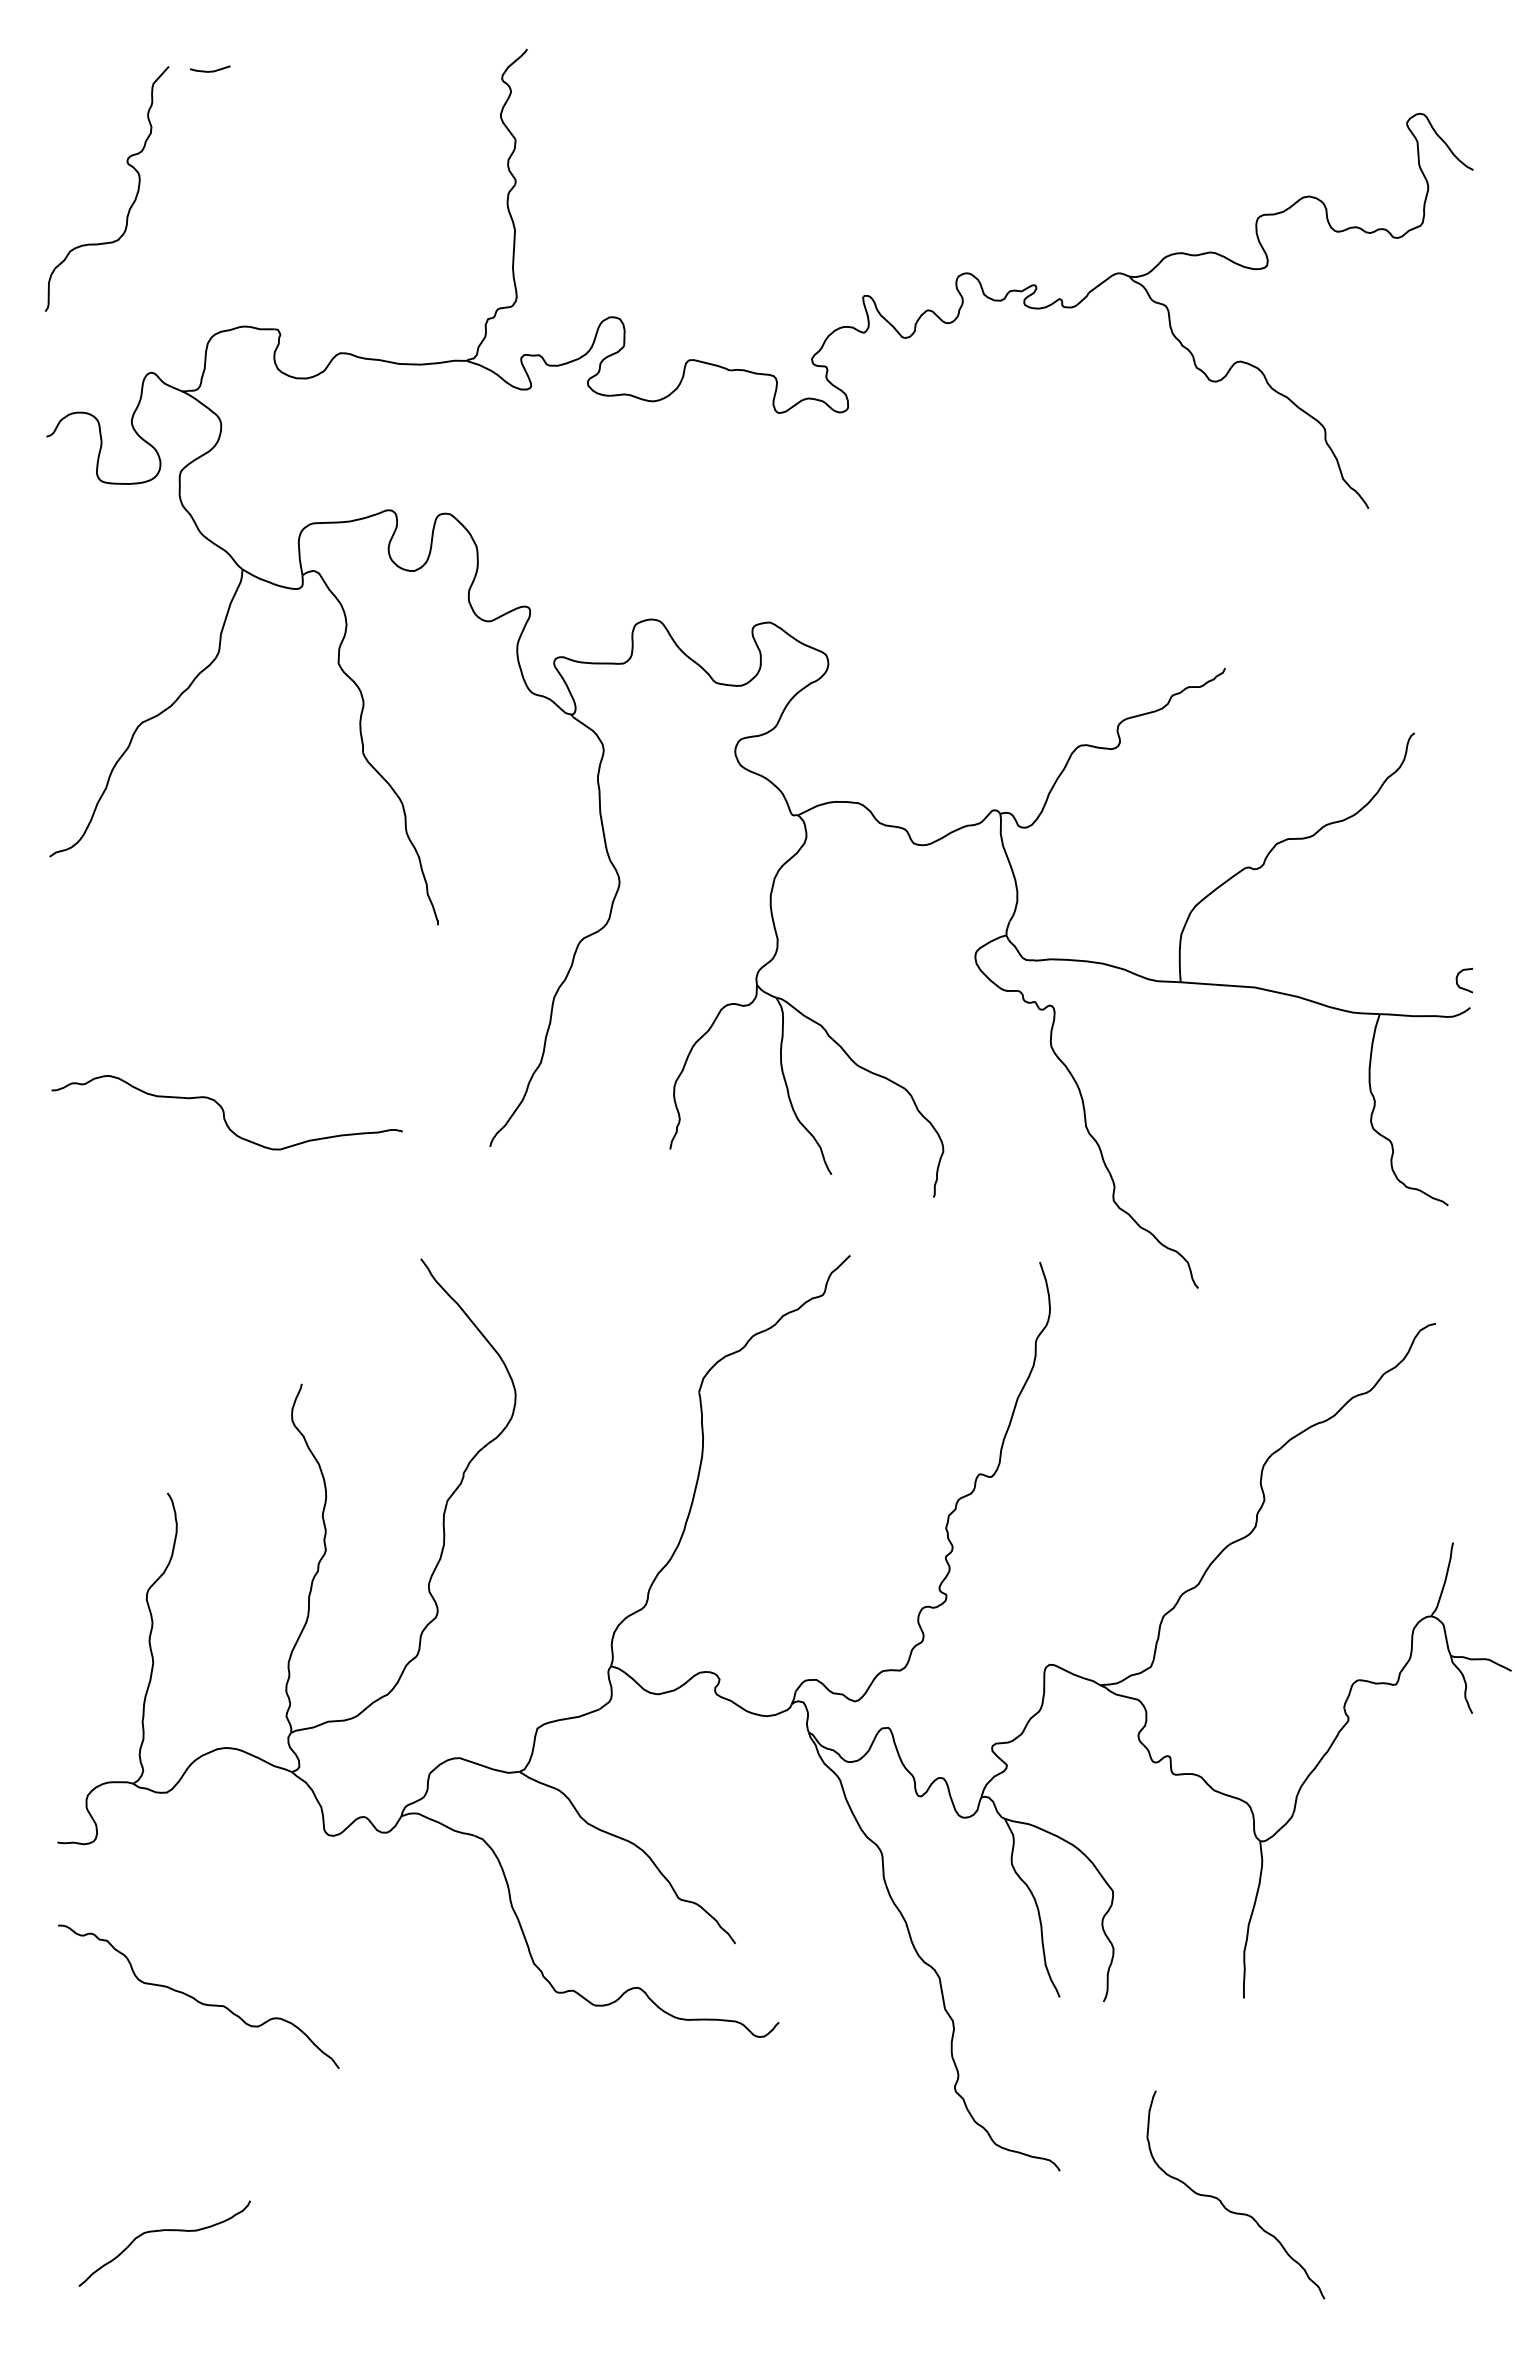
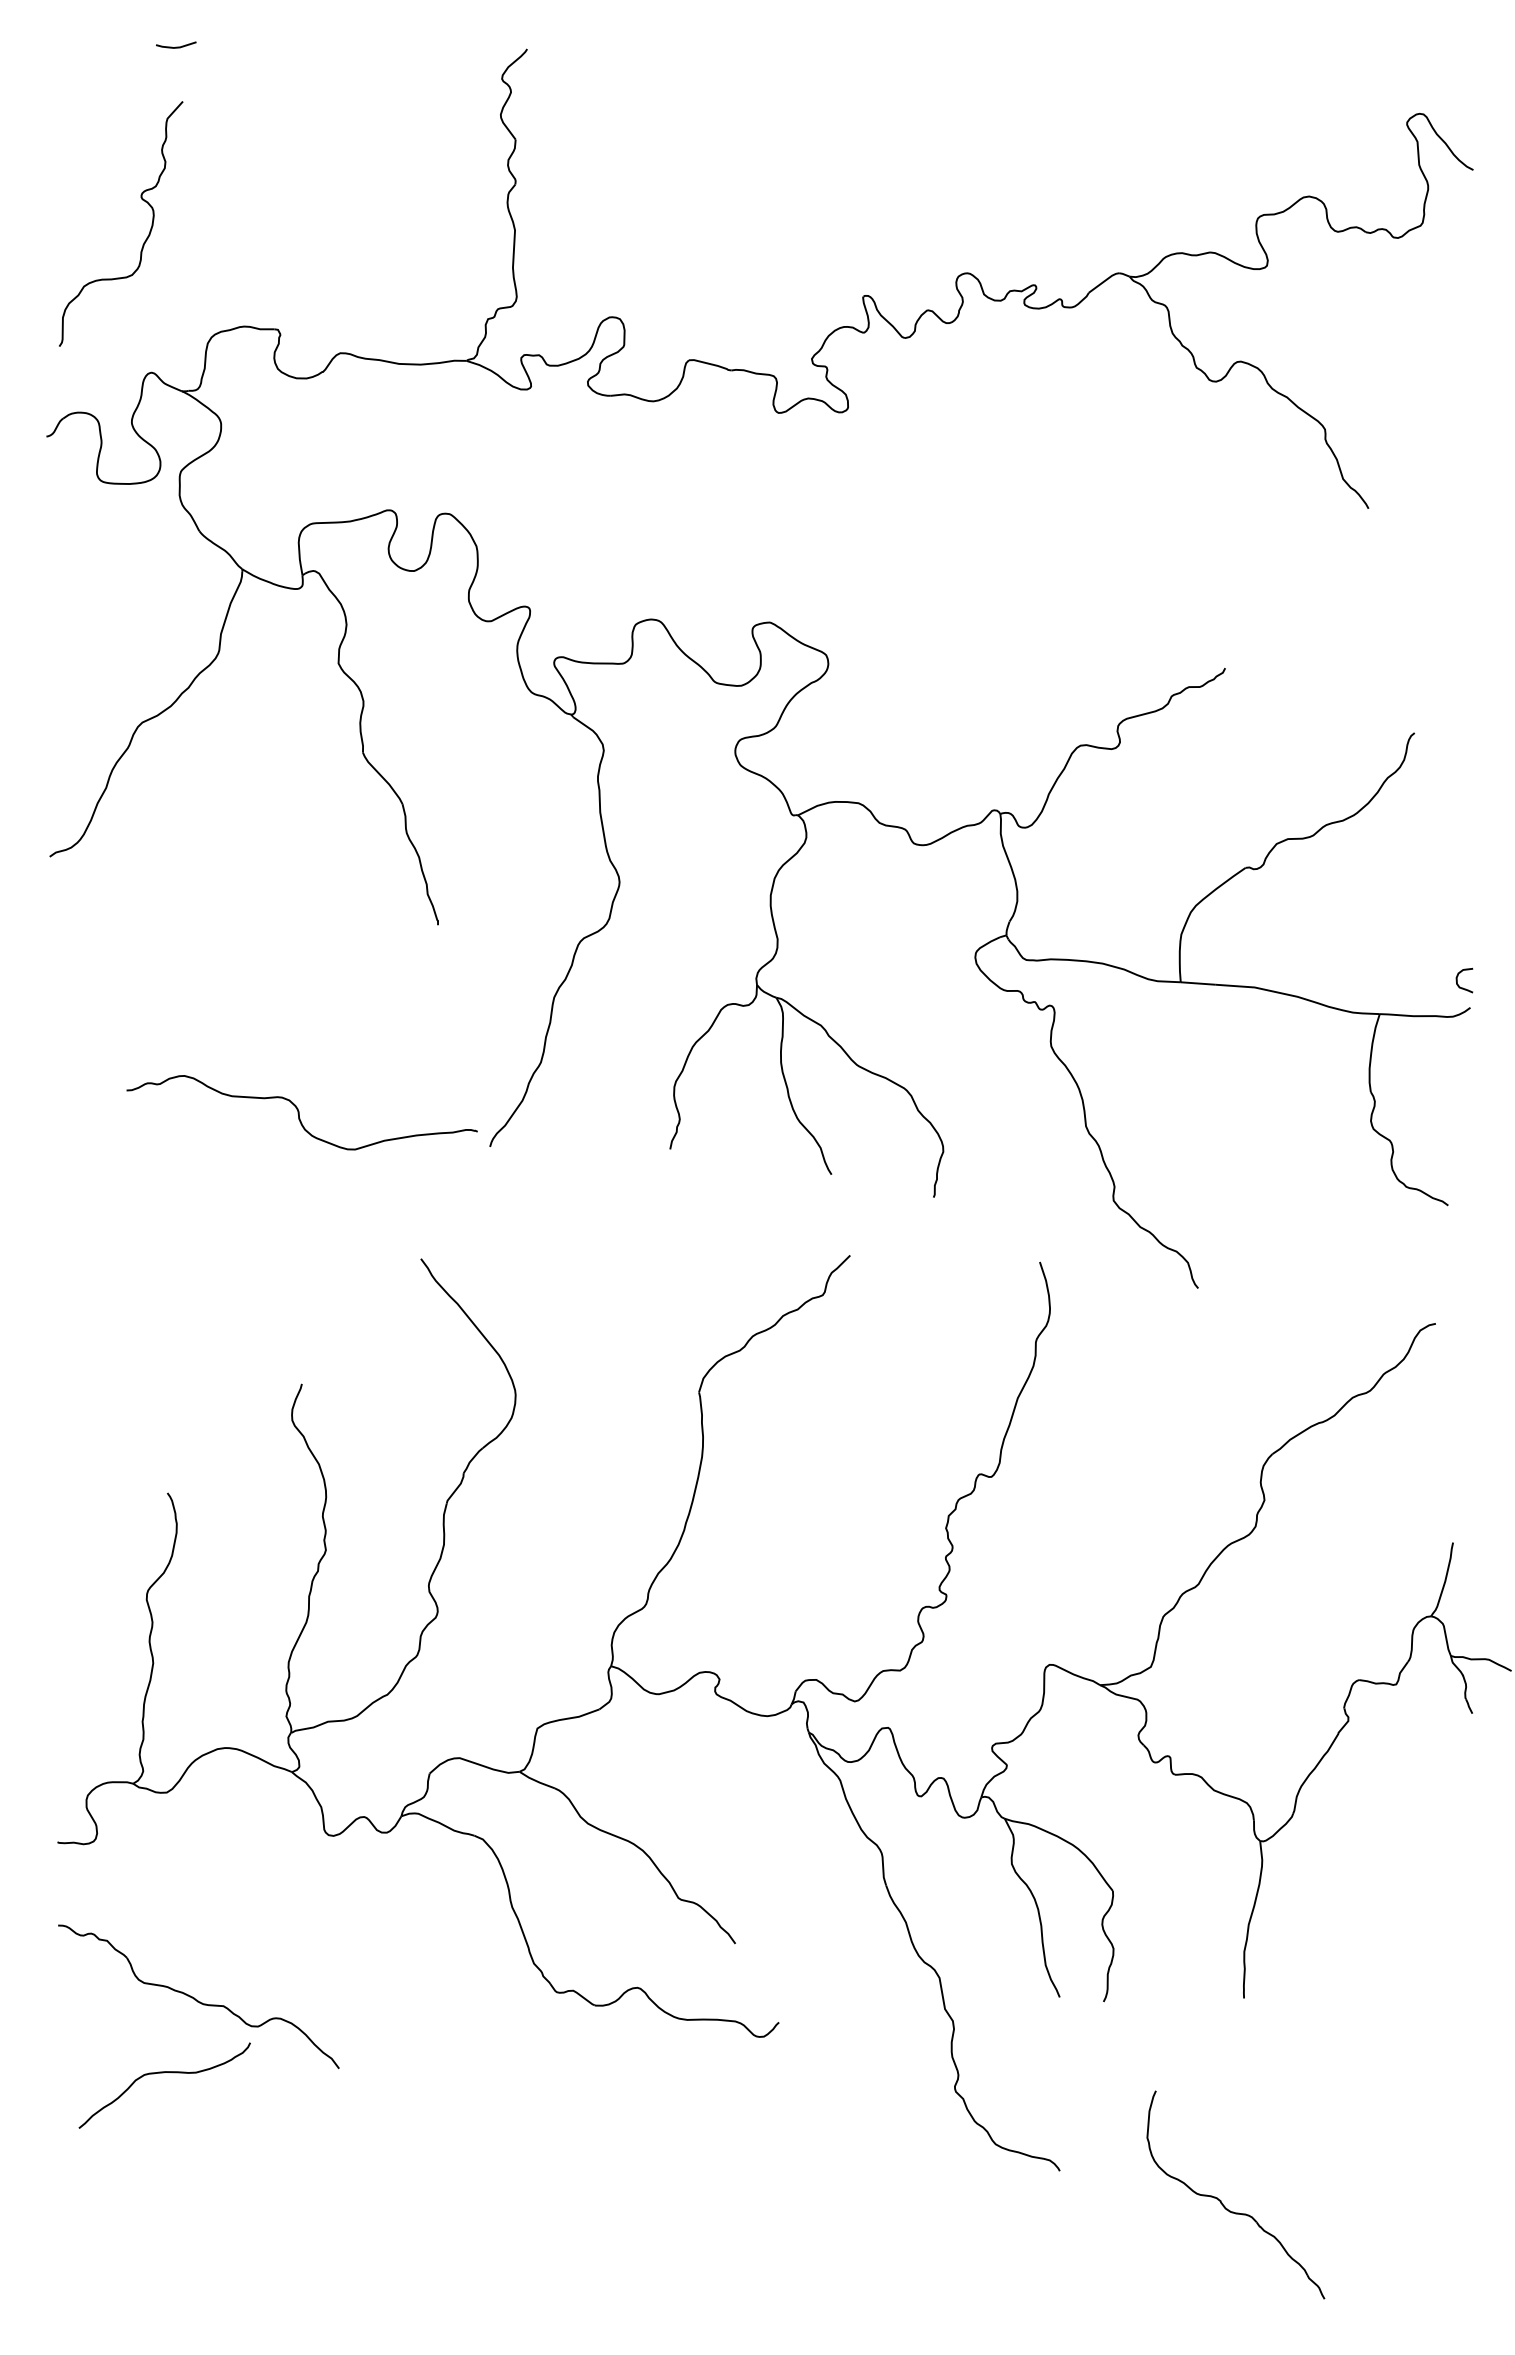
line at (210, 70) position: (210, 70) -> (176, 46)
curve at (132, 202) position: (132, 202) -> (146, 237)
curve at (224, 1112) position: (224, 1112) -> (299, 1112)
curve at (163, 2231) position: (163, 2231) -> (163, 2073)
